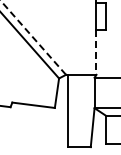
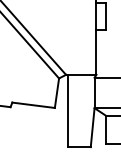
line at (33, 37): dashed -> solid
line at (96, 52): dashed -> solid
